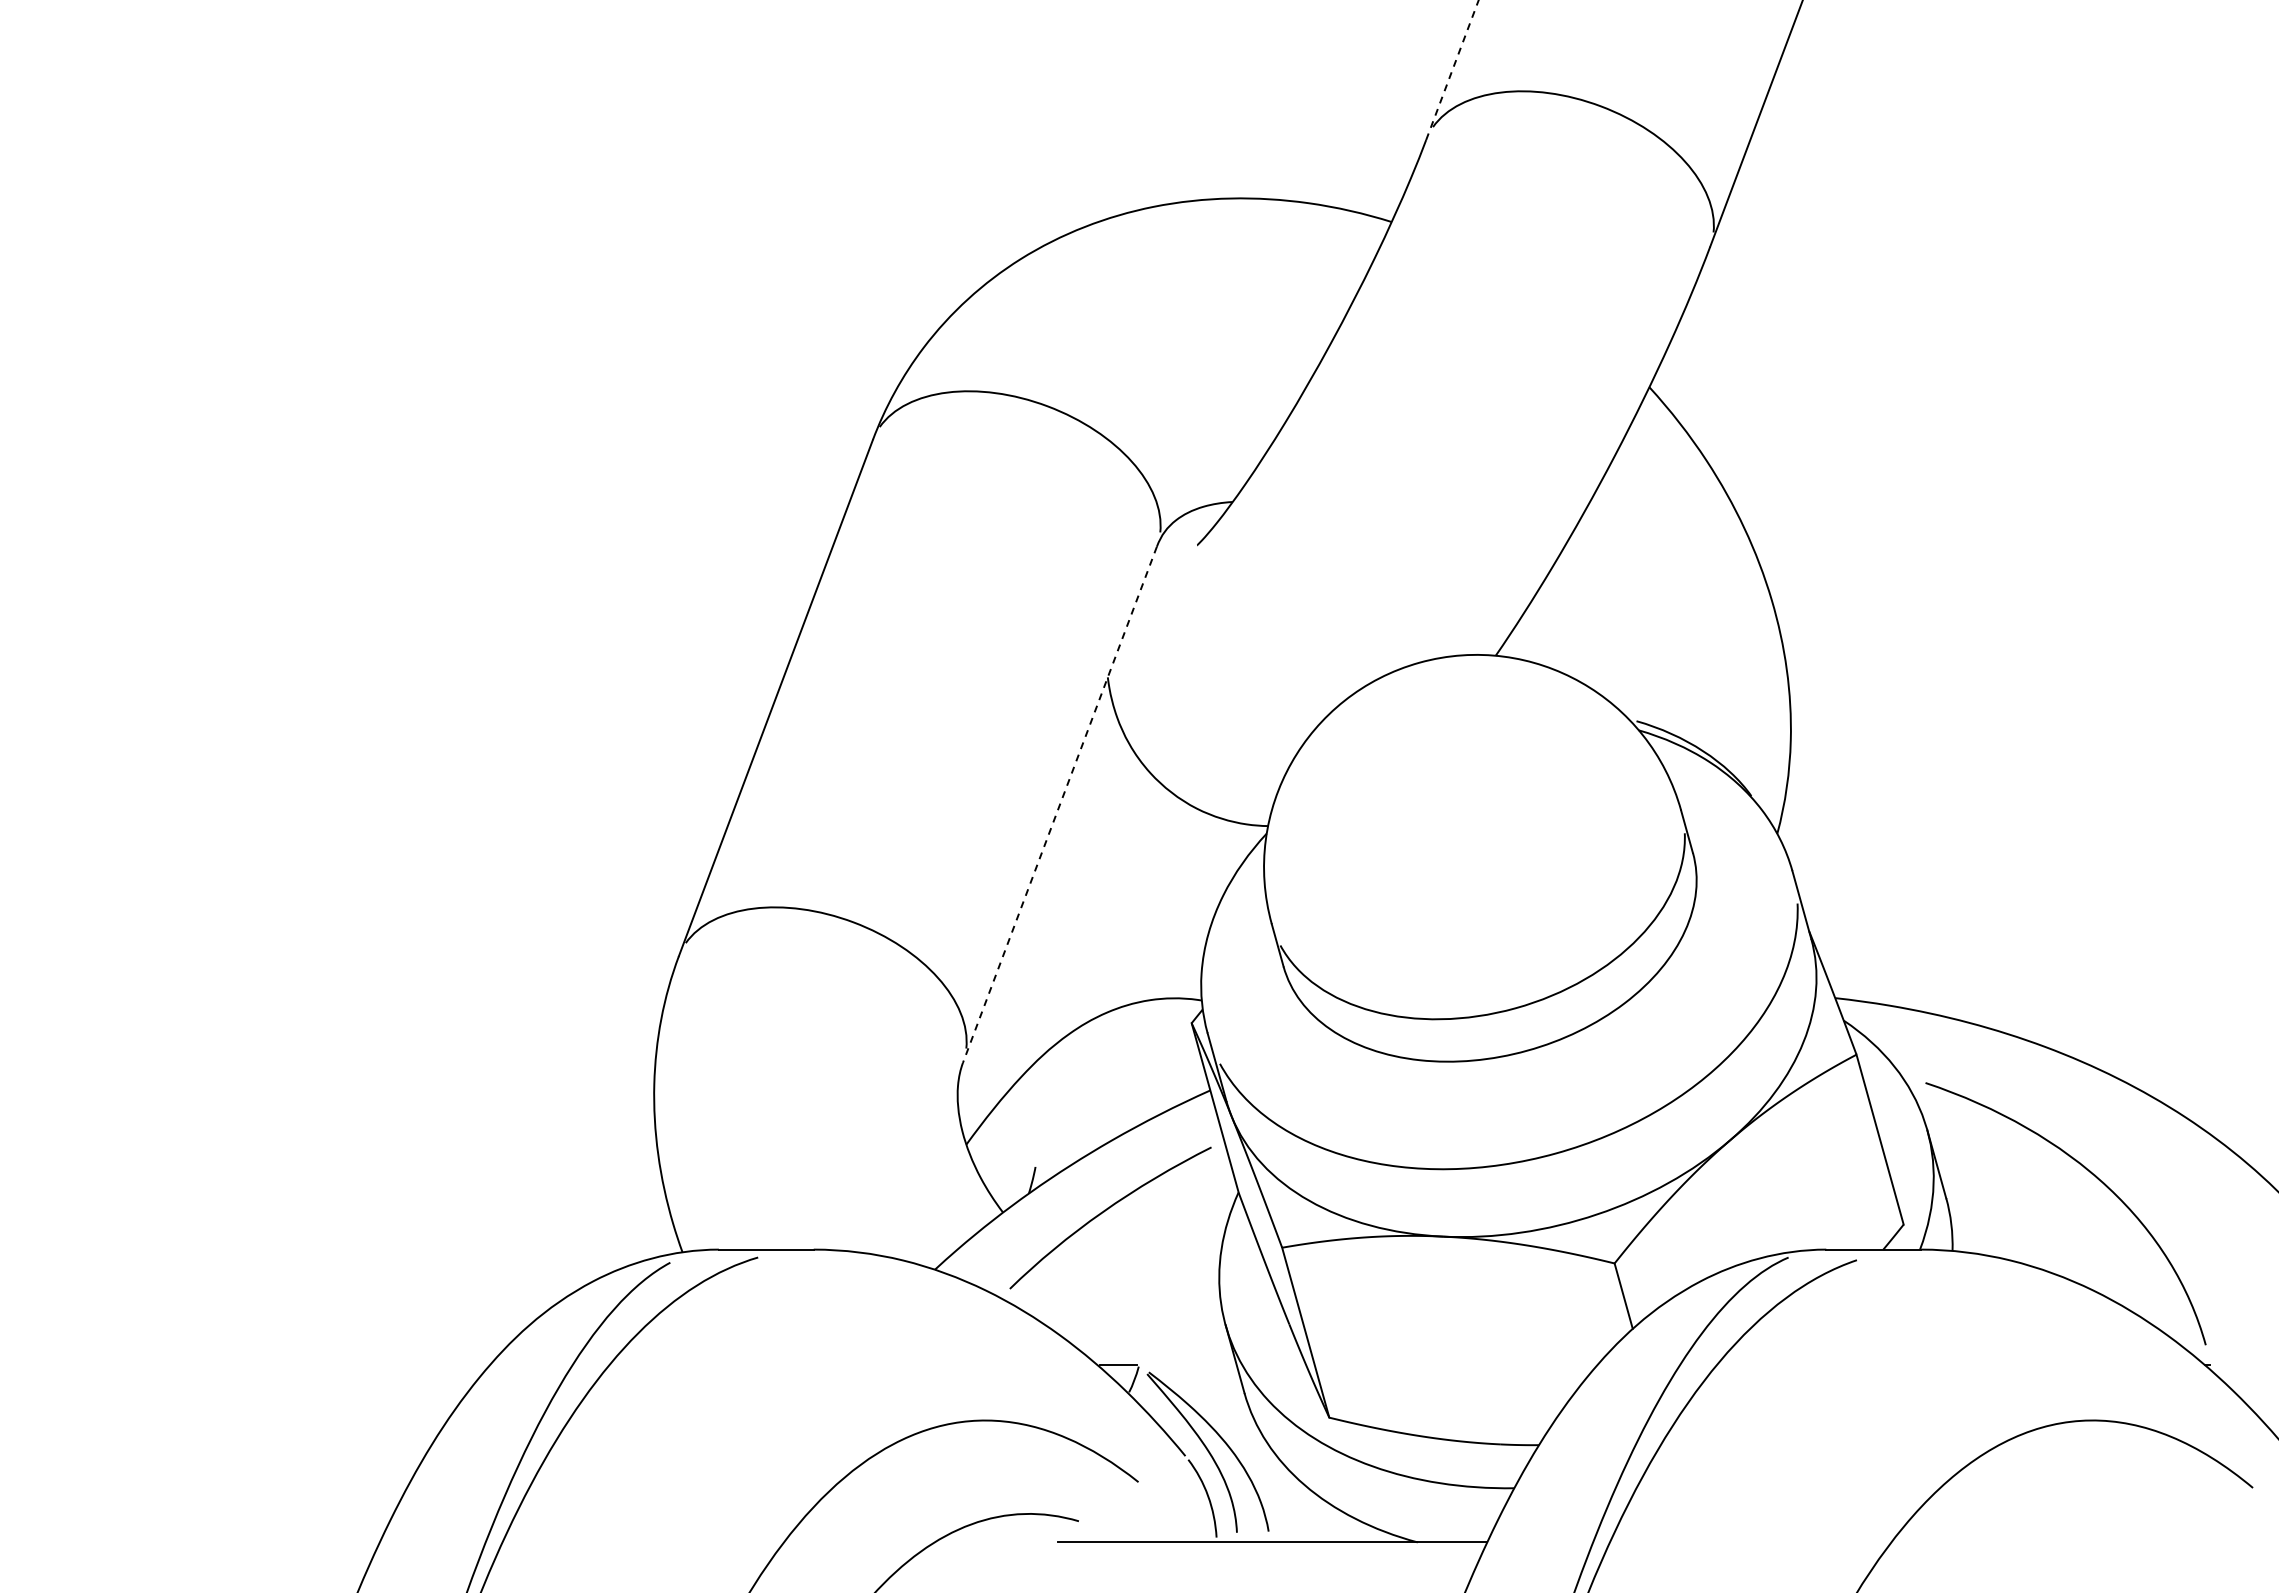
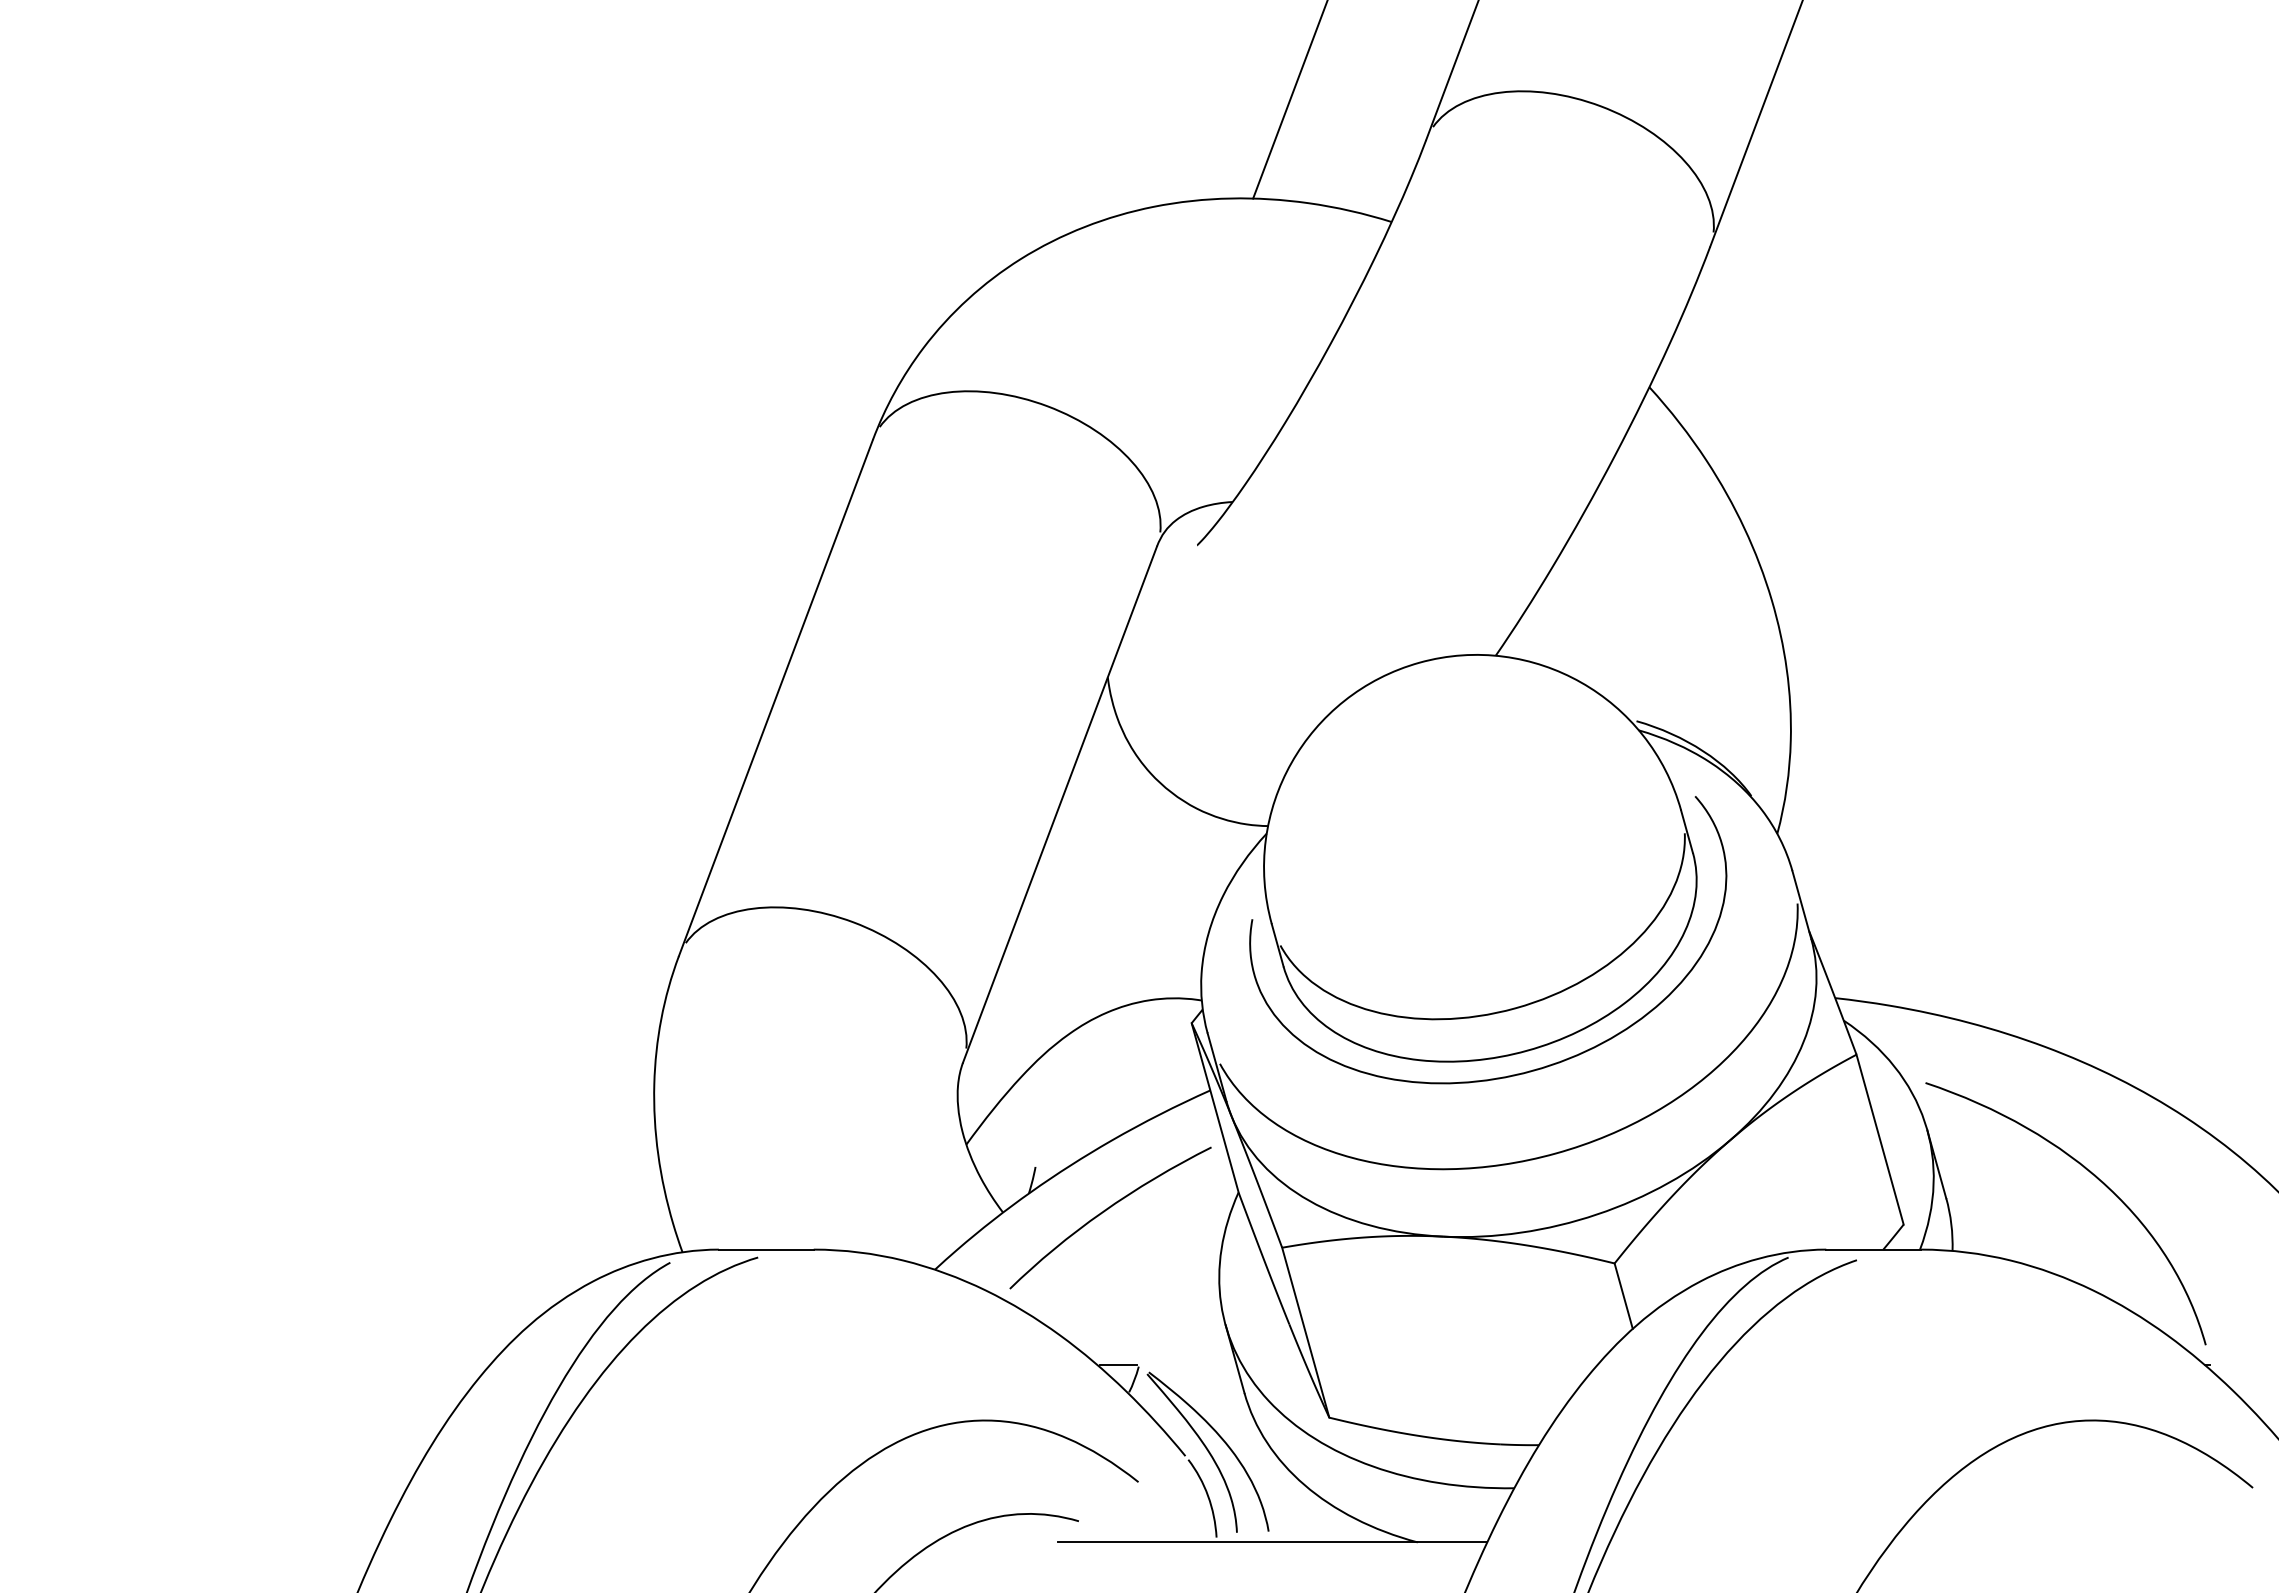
line at (1452, 69): dashed -> solid
line at (1289, 100): none -> present
line at (1059, 804): dashed -> solid
curve at (1521, 1072): none -> present
